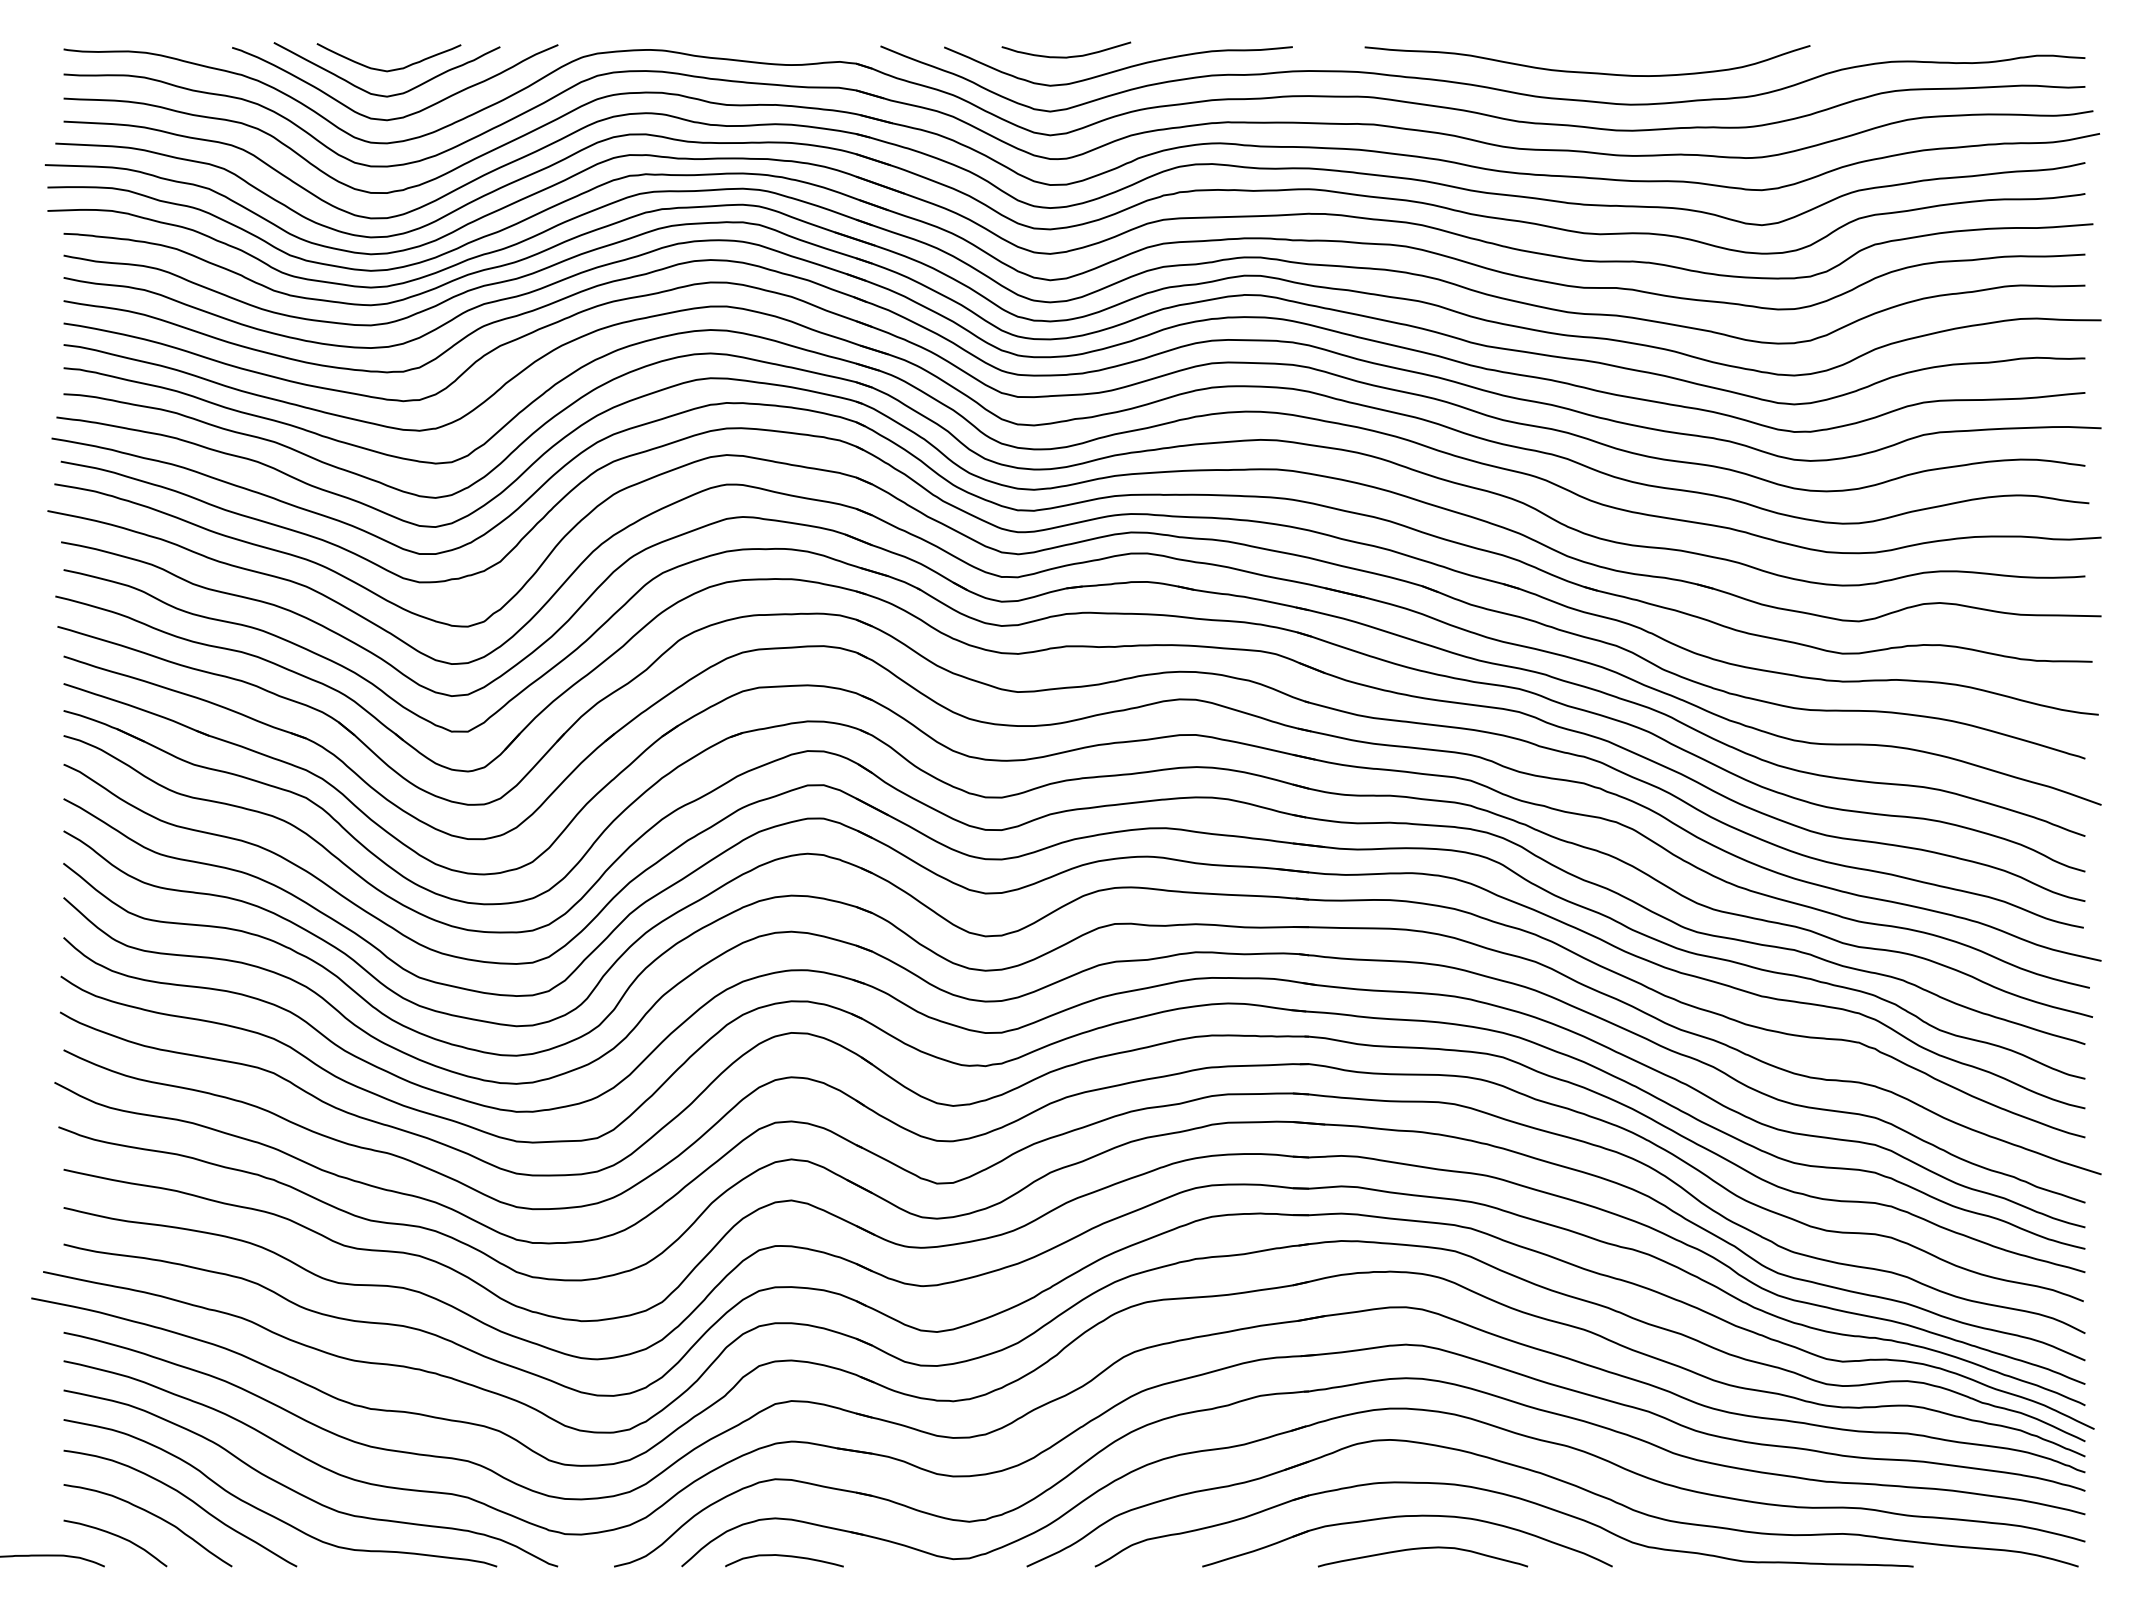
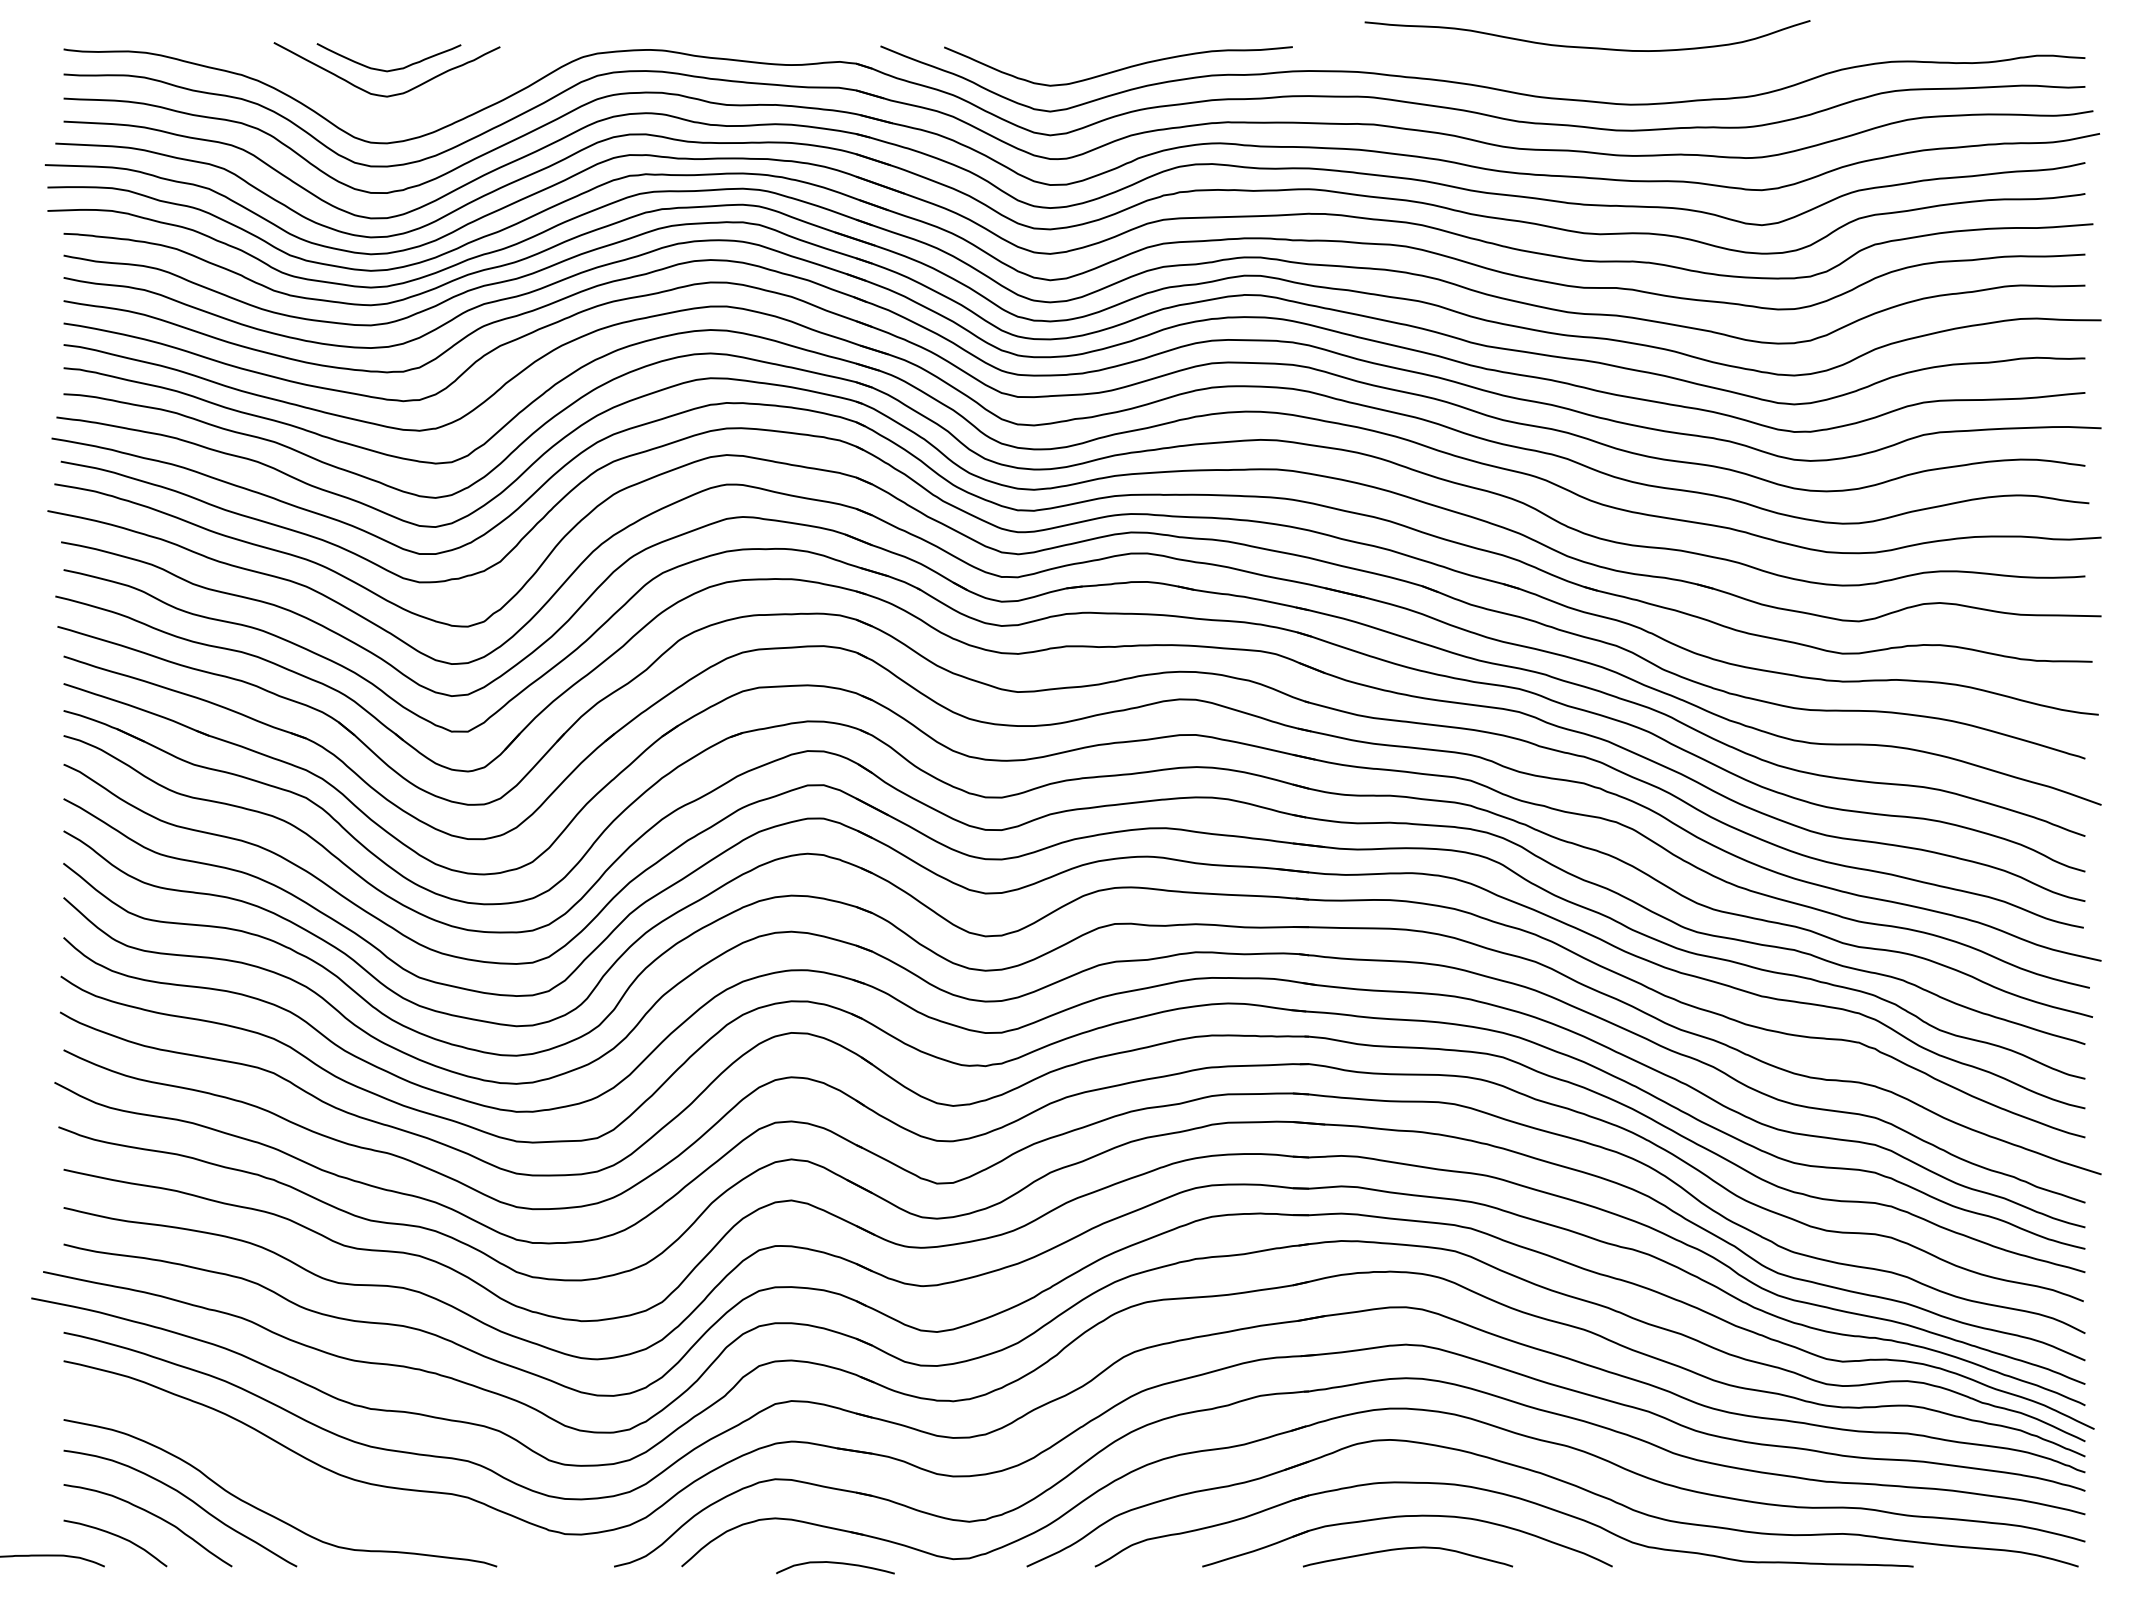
curve at (1066, 56): present -> none
curve at (1587, 71) position: (1587, 71) -> (1587, 46)
curve at (407, 114): present -> none
curve at (303, 1494): present -> none
curve at (1422, 1549) position: (1422, 1549) -> (1407, 1549)
curve at (784, 1556) position: (784, 1556) -> (835, 1563)
